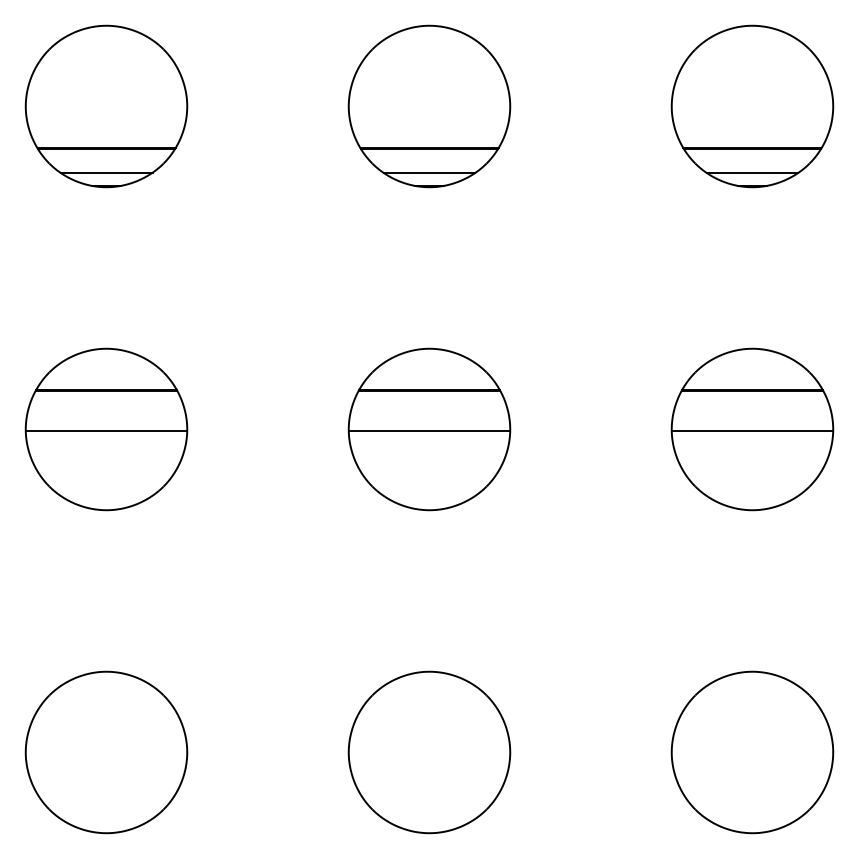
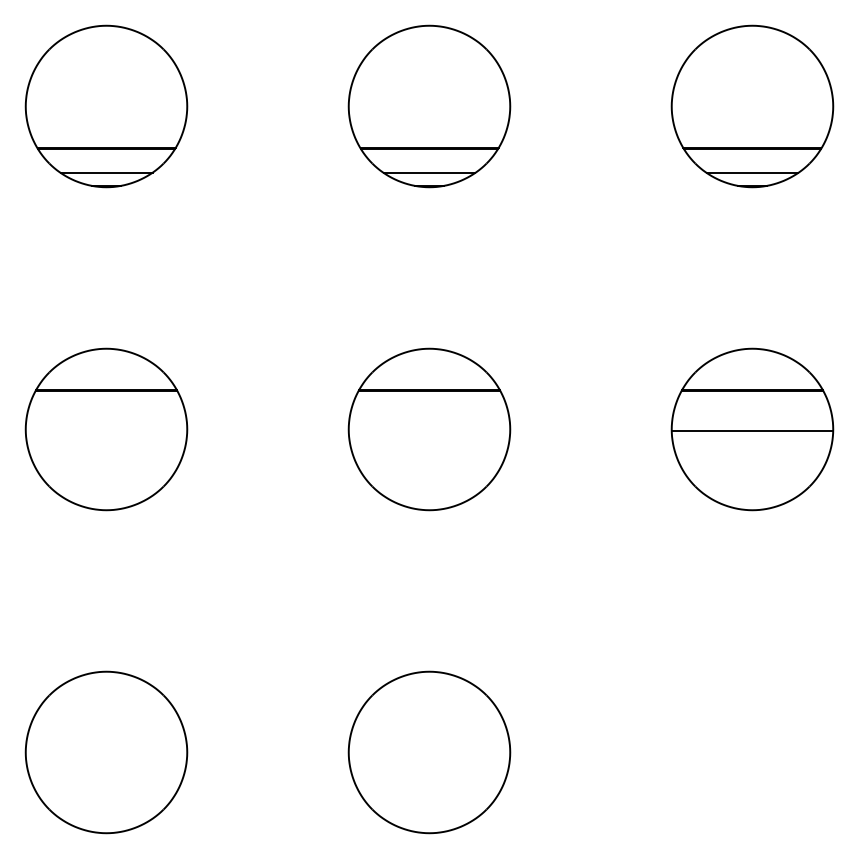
line at (106, 430): present -> none
line at (429, 430): present -> none
part at (752, 752): present -> none
